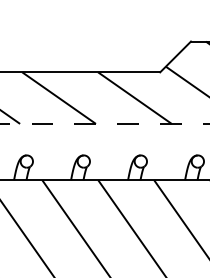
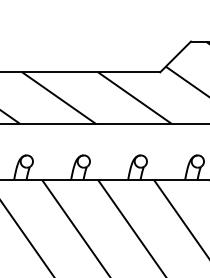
line at (105, 123): dashed -> solid
